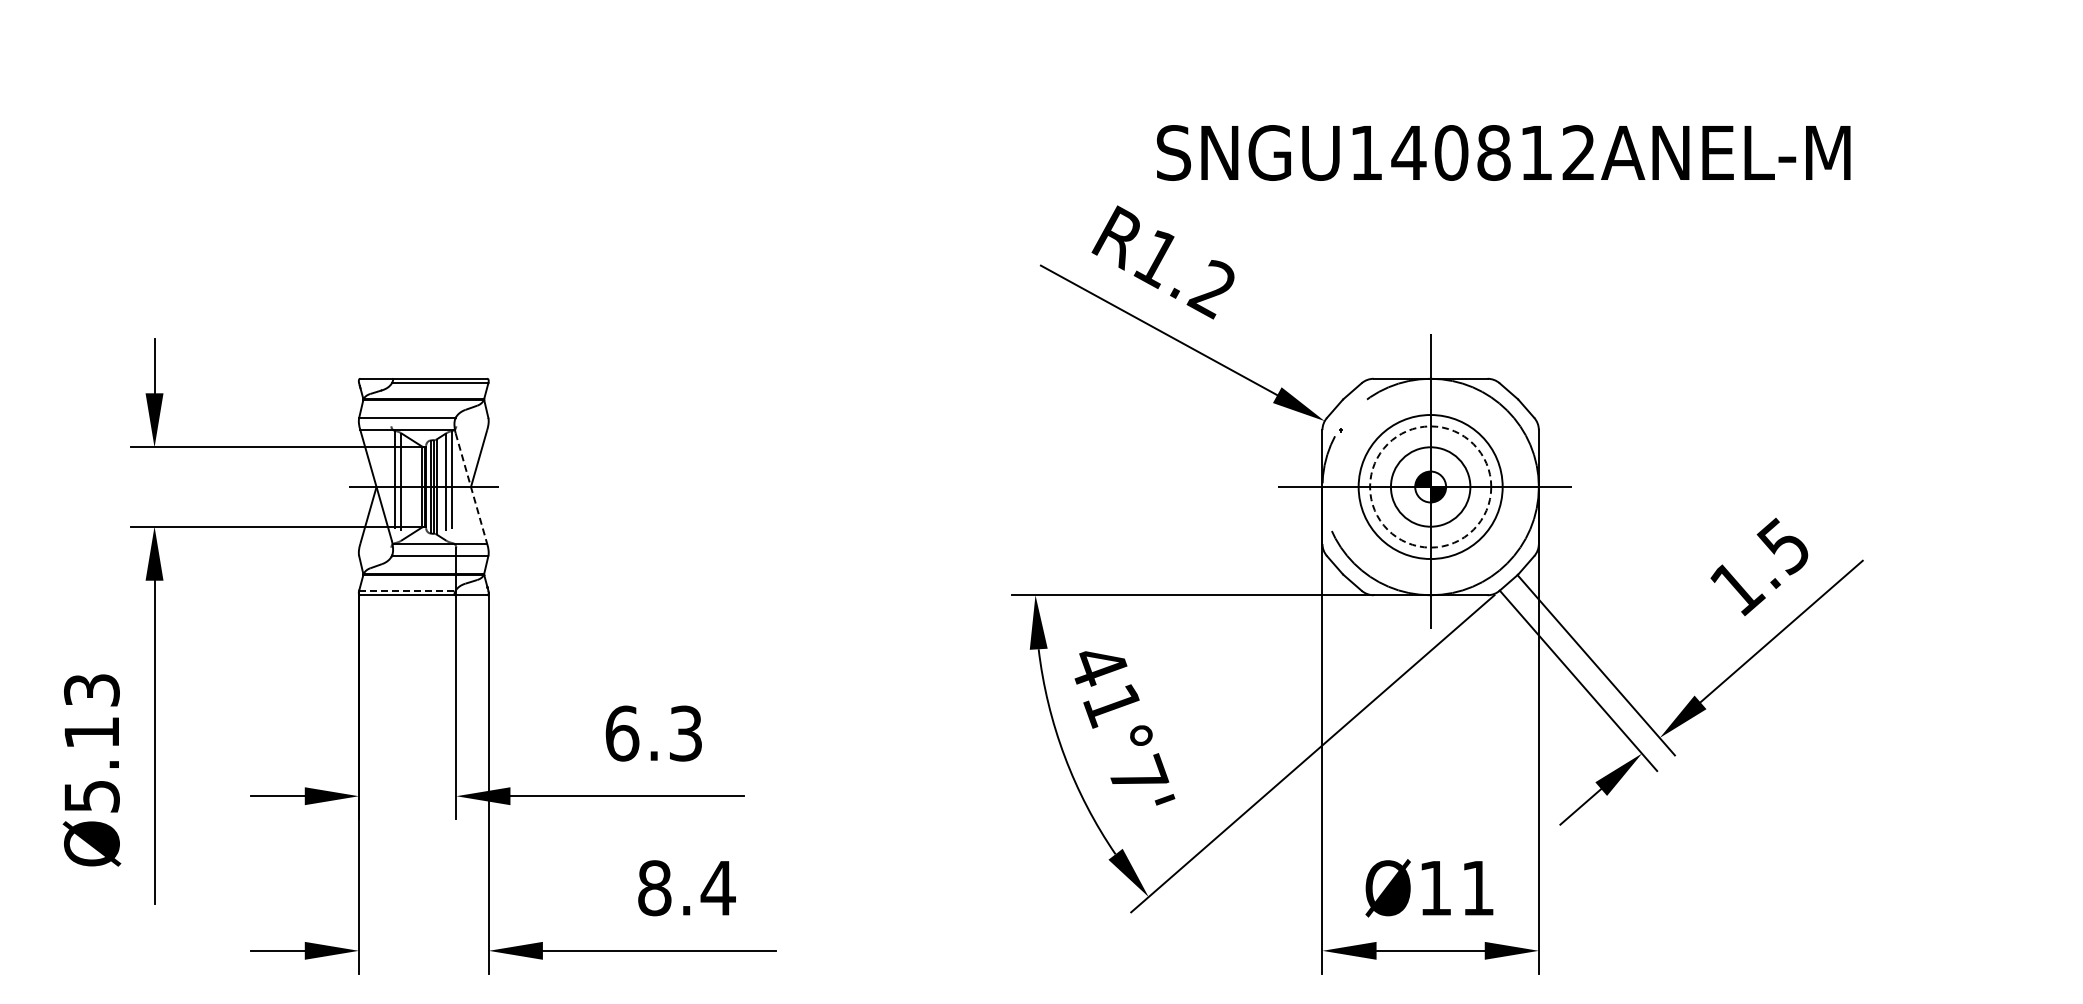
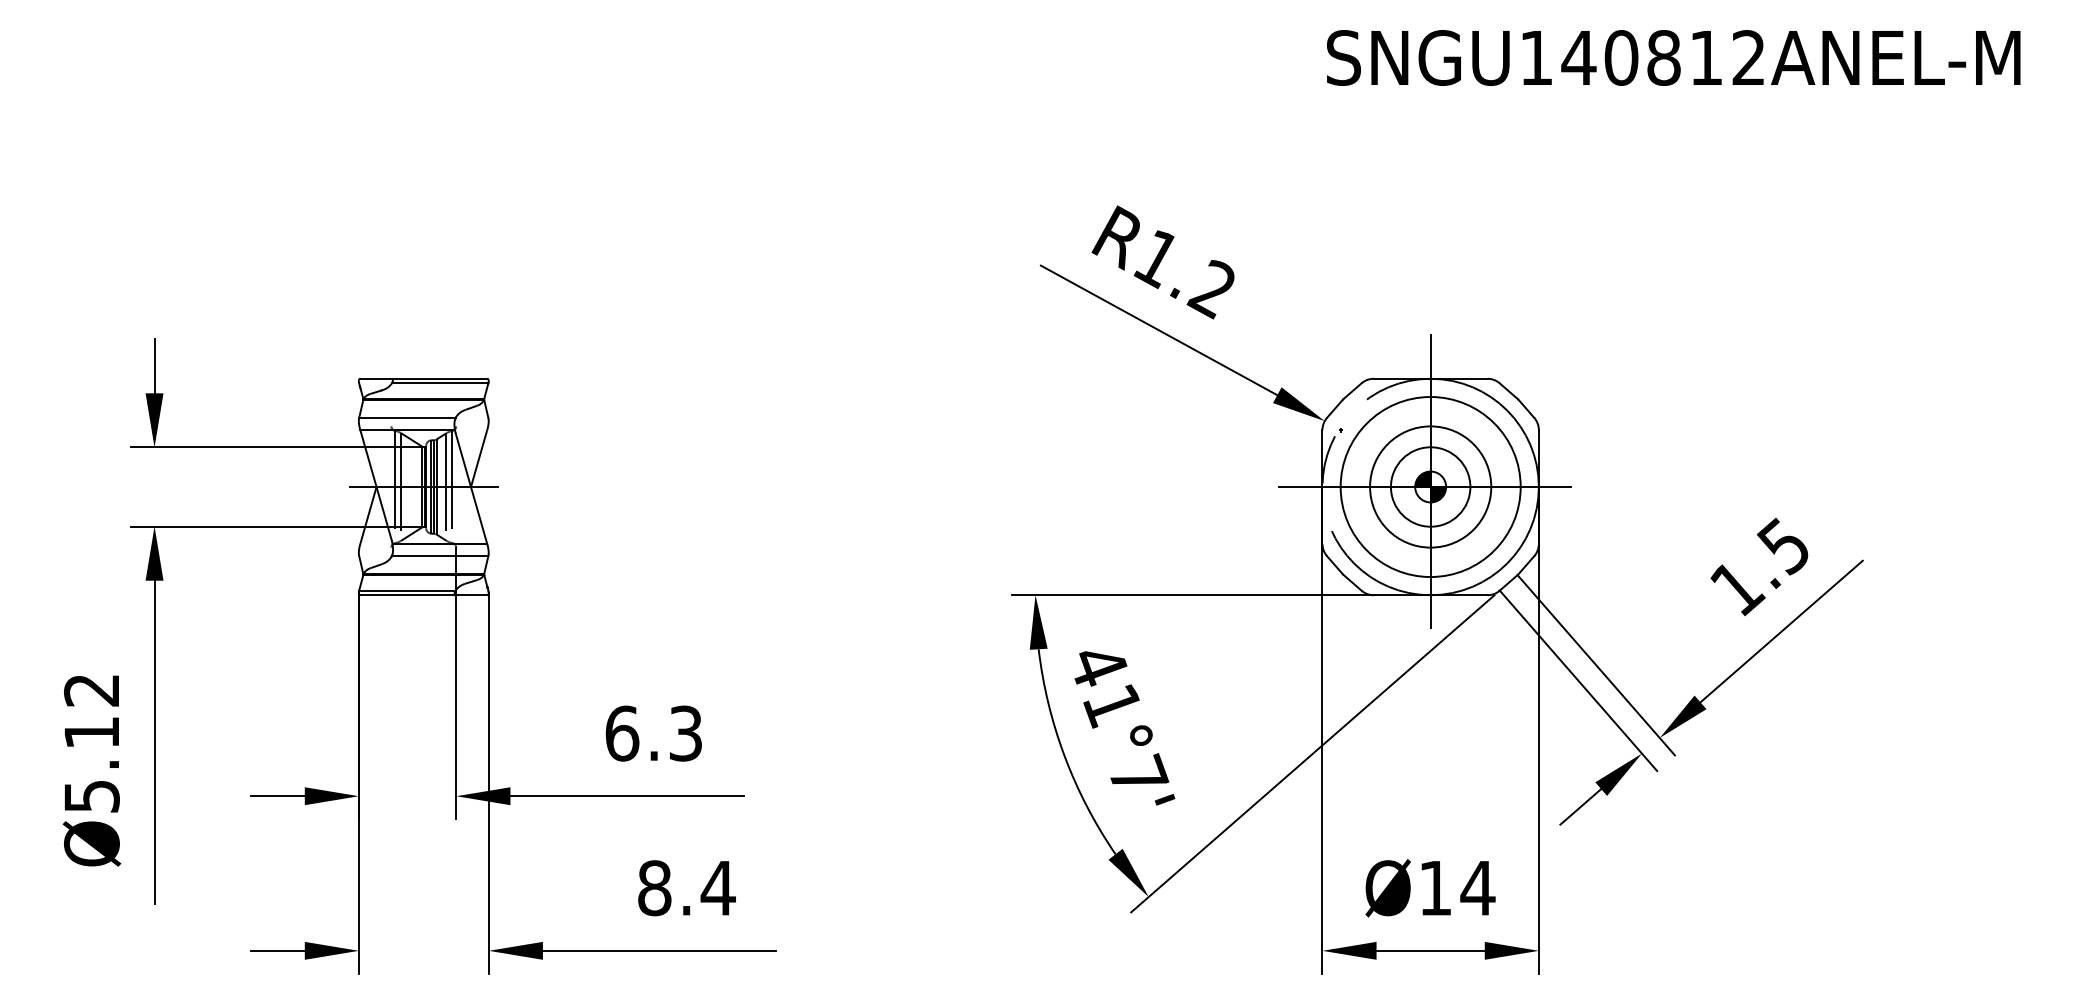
text at (1503, 152) position: (1503, 152) -> (1673, 57)
circle at (1430, 486): dashed -> solid
circle at (1430, 487) diameter: 144 px -> 180 px
line at (471, 489): dashed -> solid
line at (407, 590): dashed -> solid
text at (91, 690): Ø5.13 -> Ø5.12
text at (1477, 888): Ø11 -> Ø14
